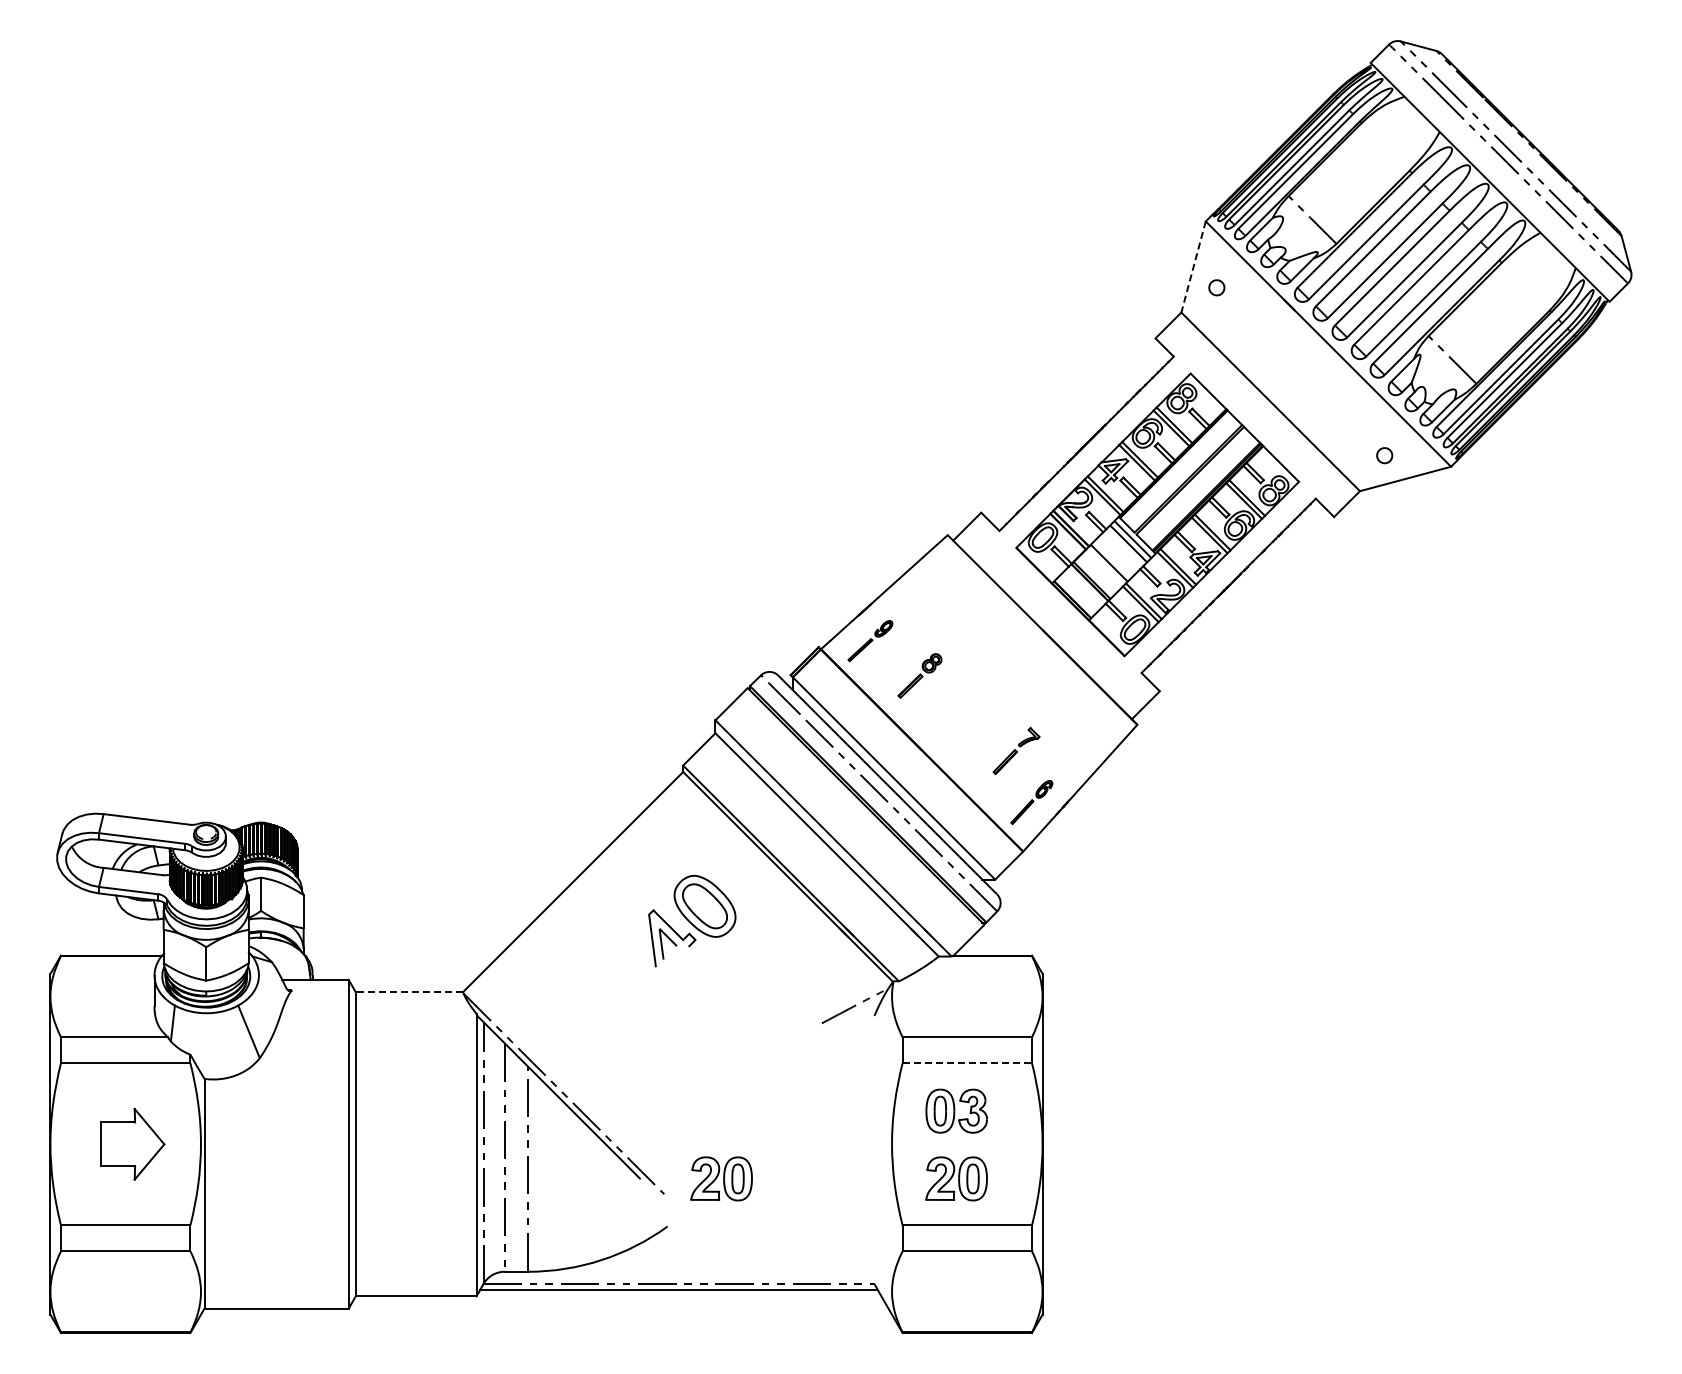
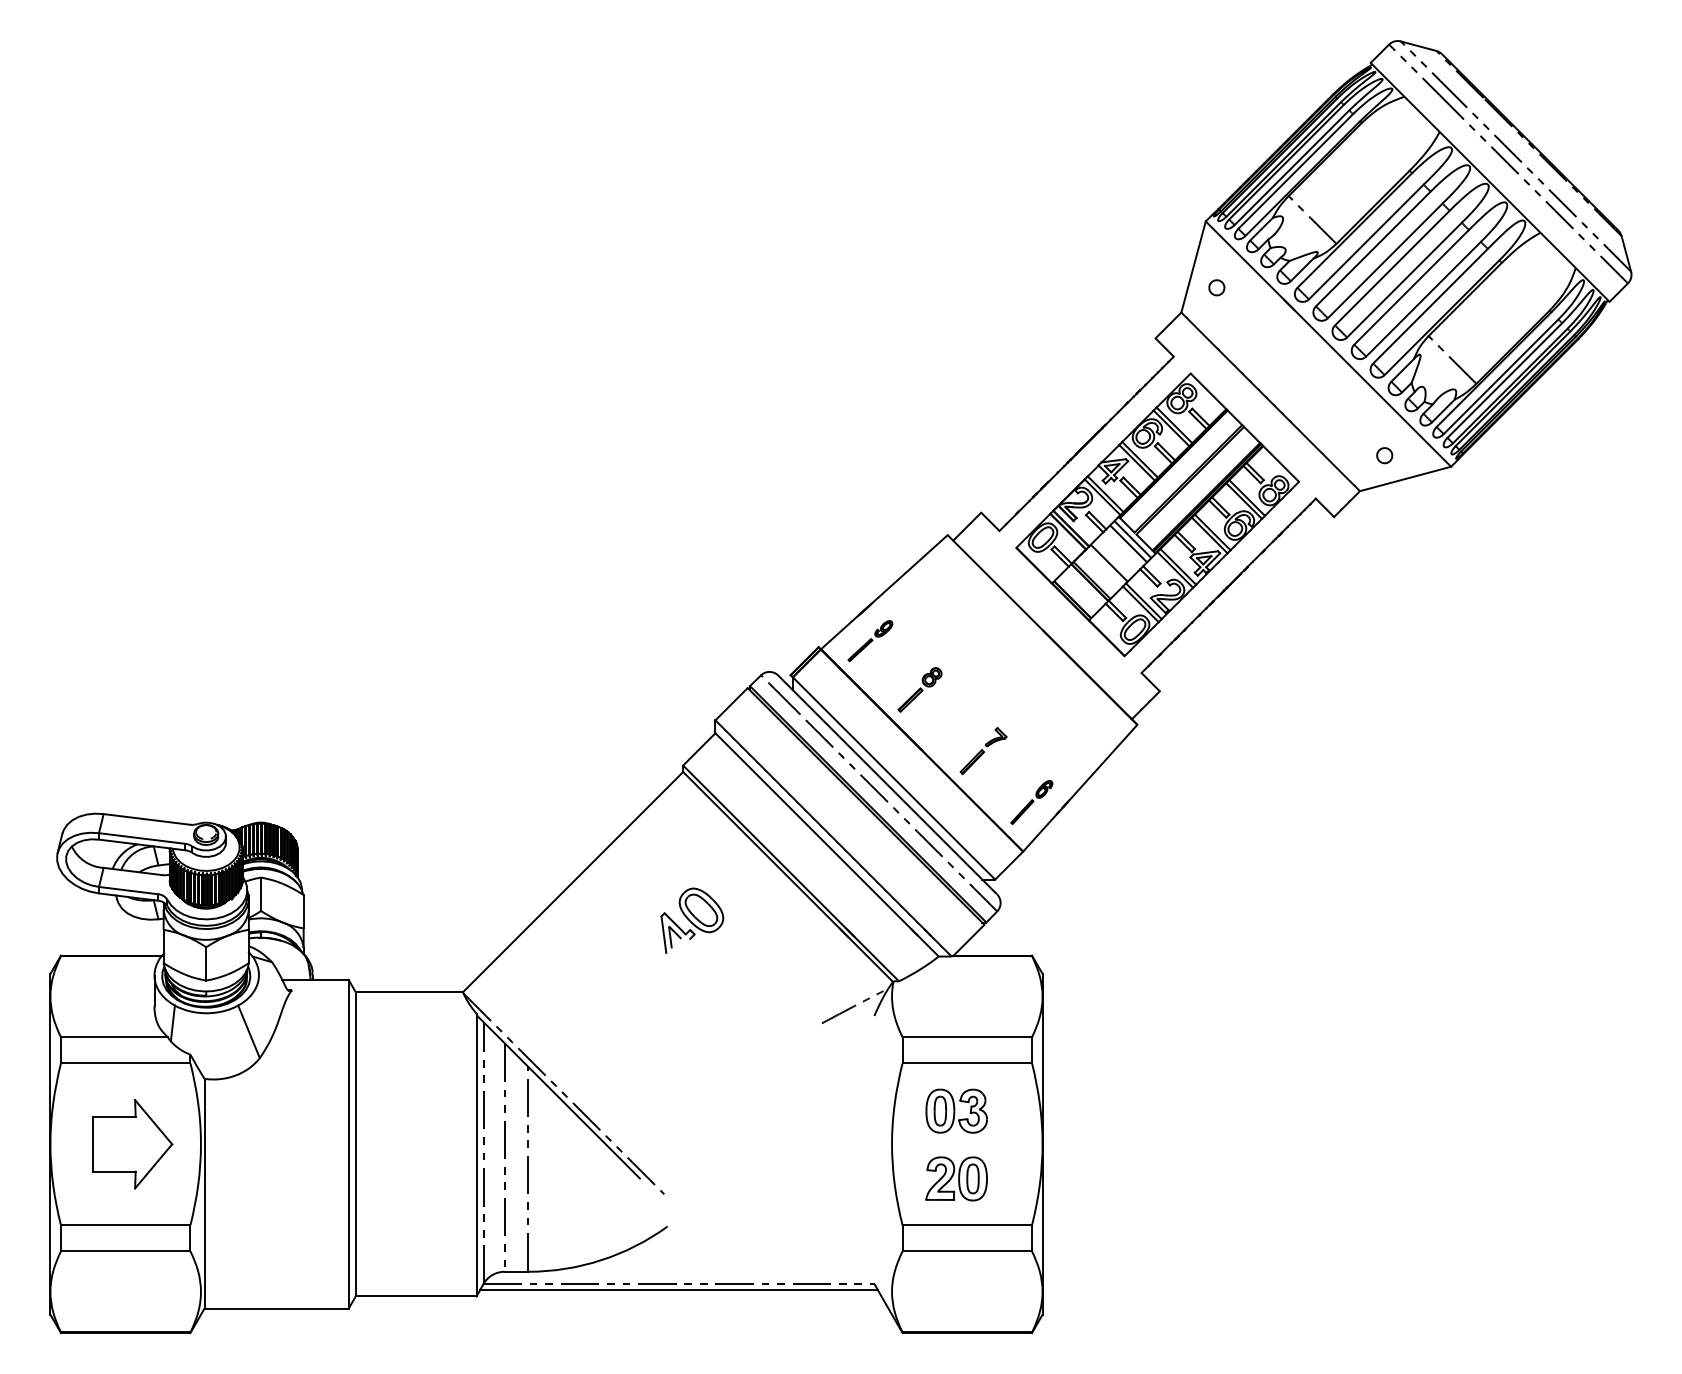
line at (1193, 267): dashed -> solid
part at (919, 675) position: (919, 675) -> (919, 689)
part at (1016, 751) position: (1016, 751) -> (983, 751)
part at (692, 920) size: 89x94 px -> 65x67 px
line at (409, 992): dashed -> solid
line at (967, 1063): dashed -> solid
part at (132, 1144) size: 66x73 px -> 82x91 px
part at (721, 1178): present -> none
